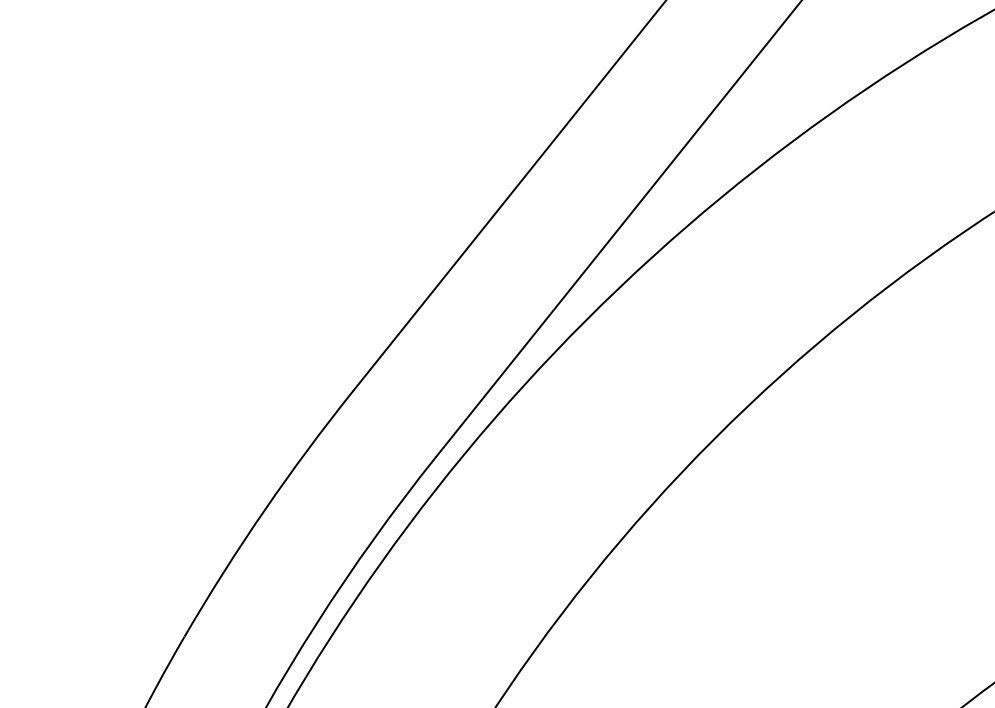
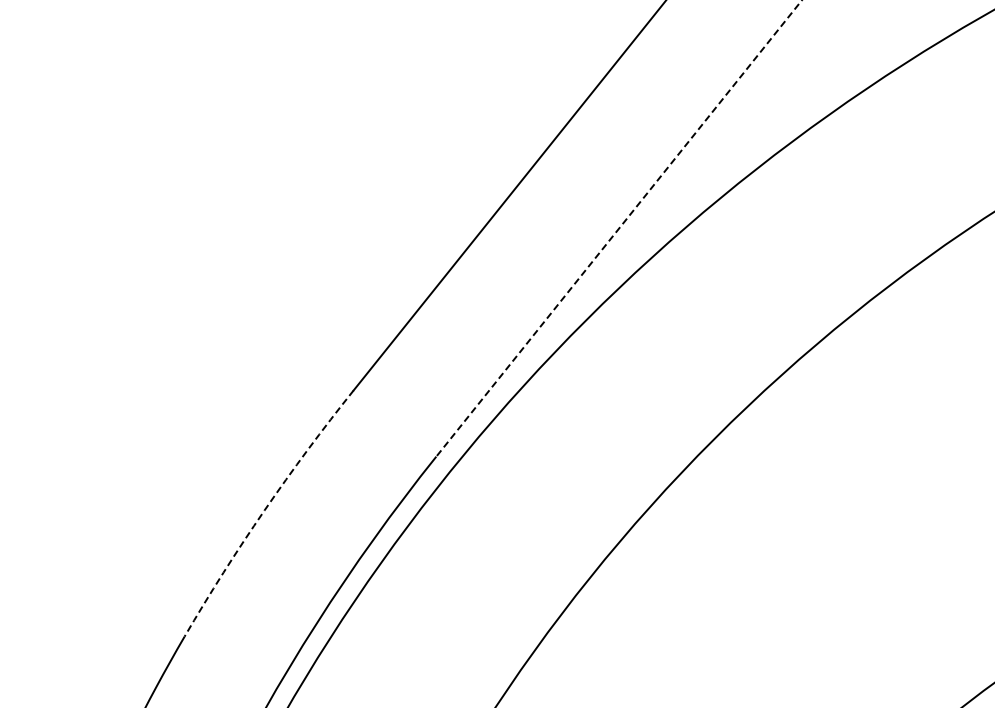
line at (618, 228): solid -> dashed
arc at (264, 510): solid -> dashed
